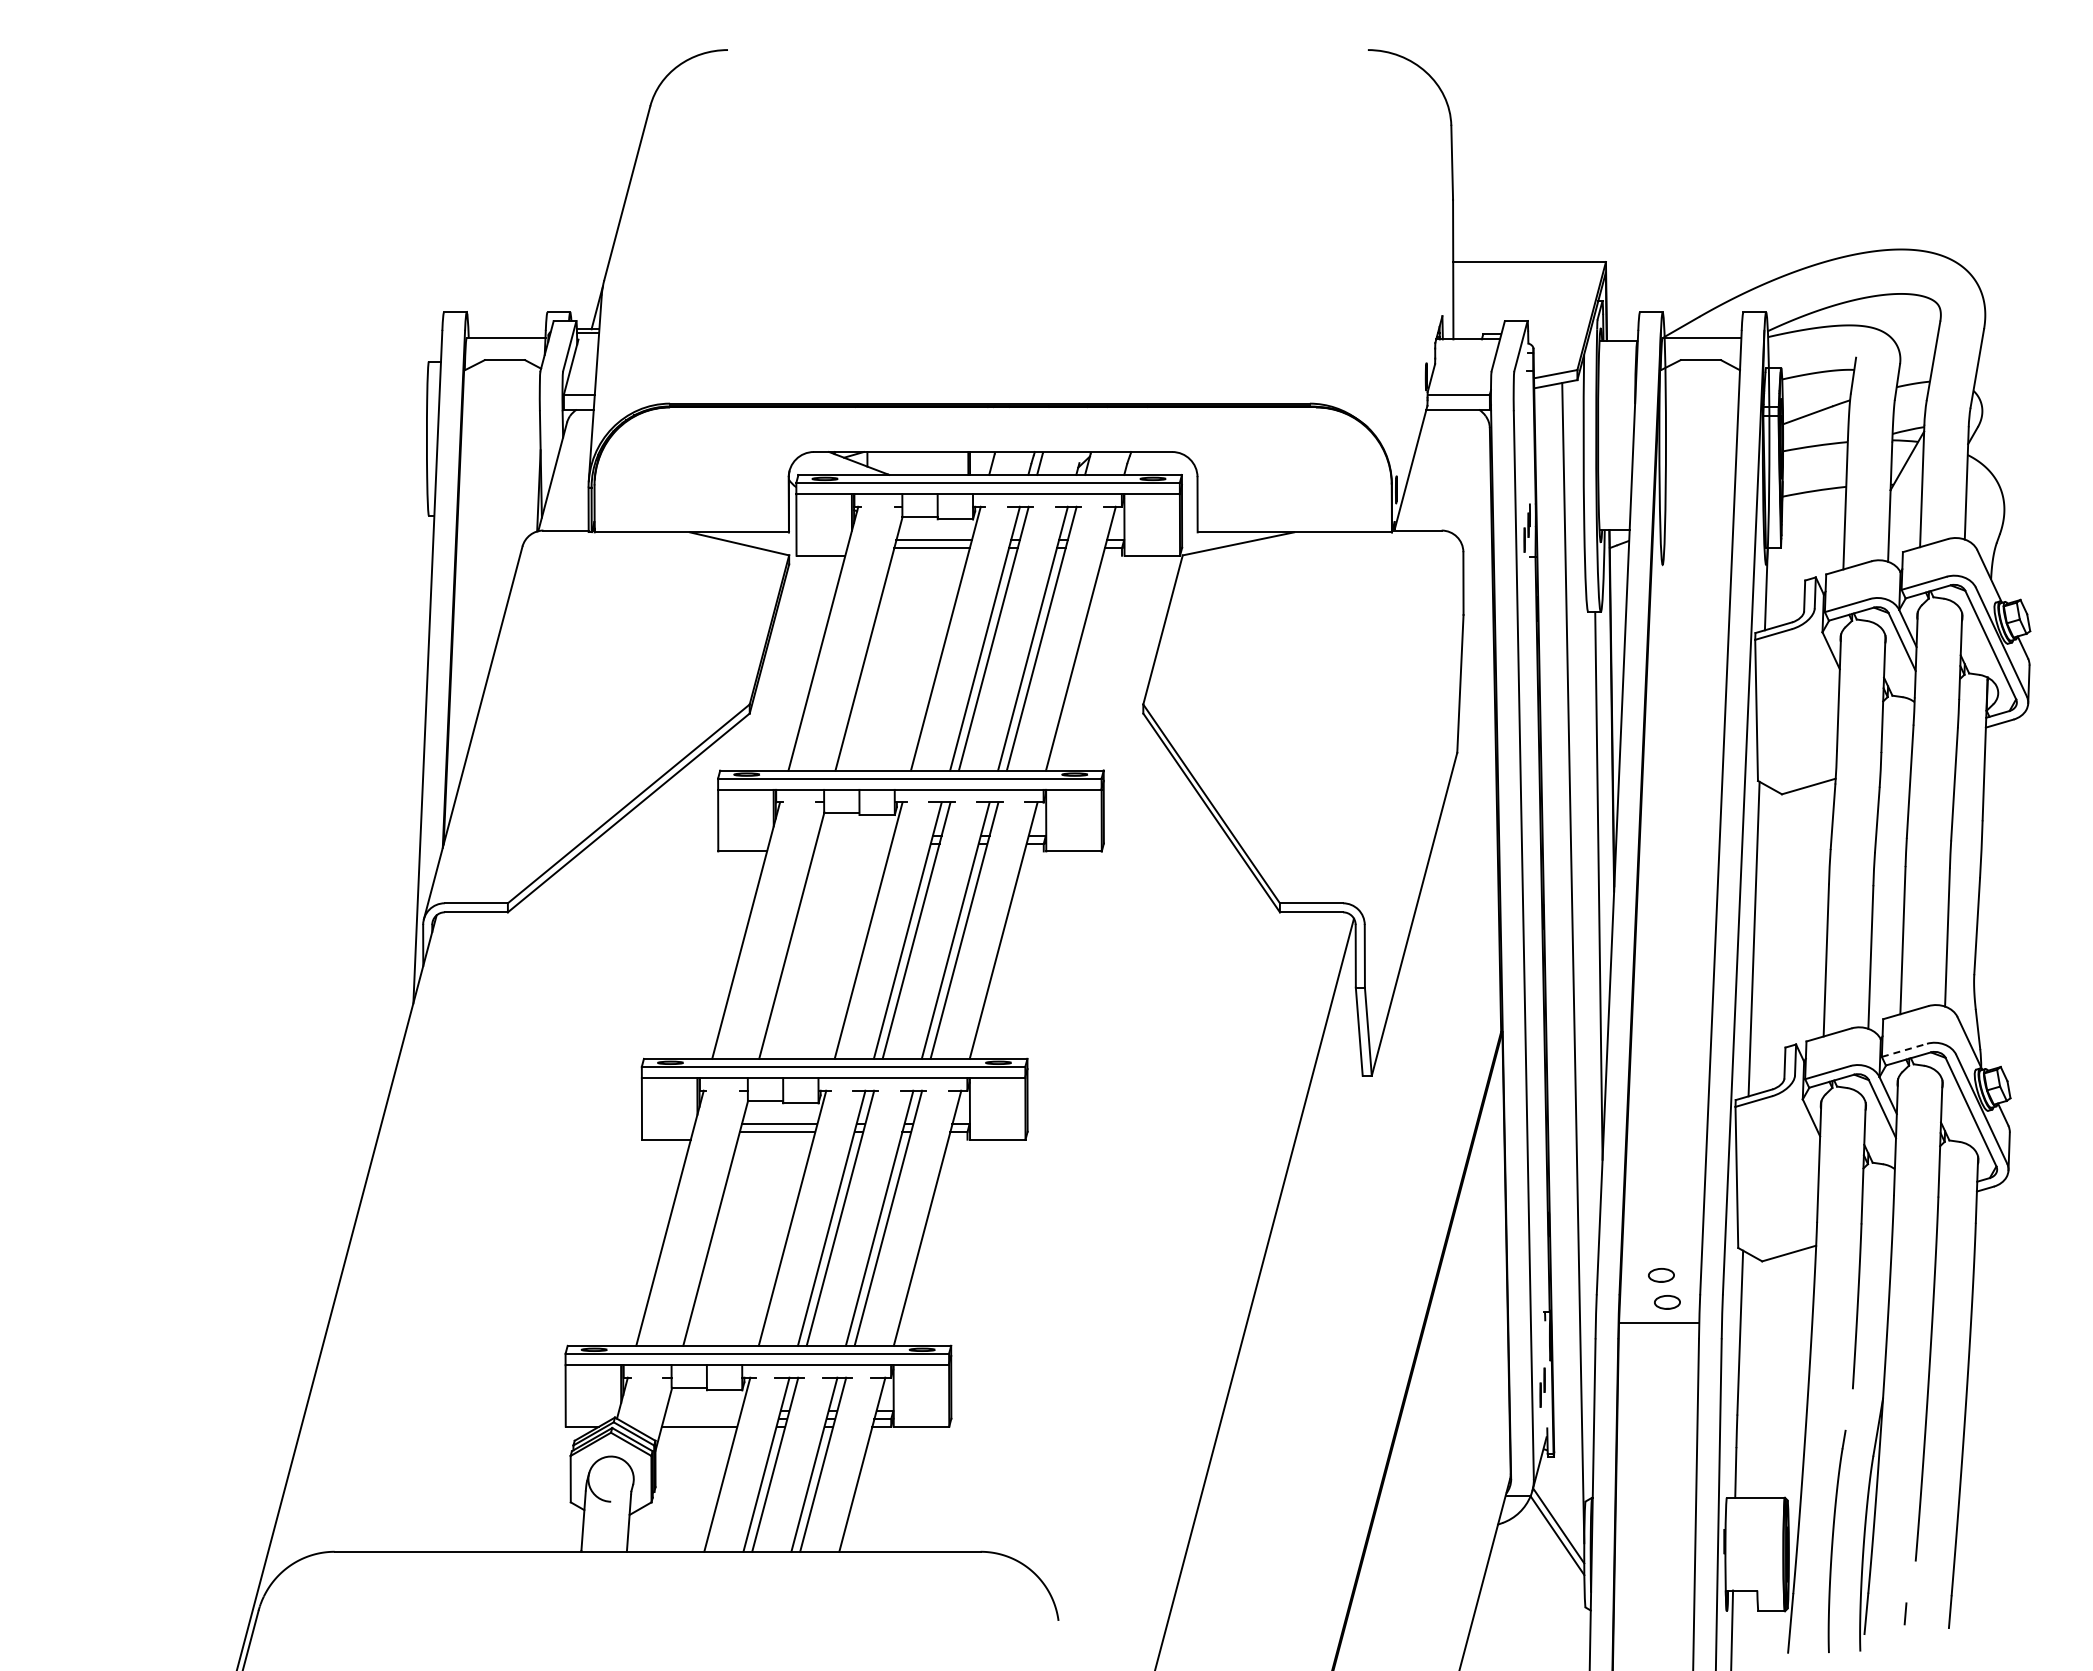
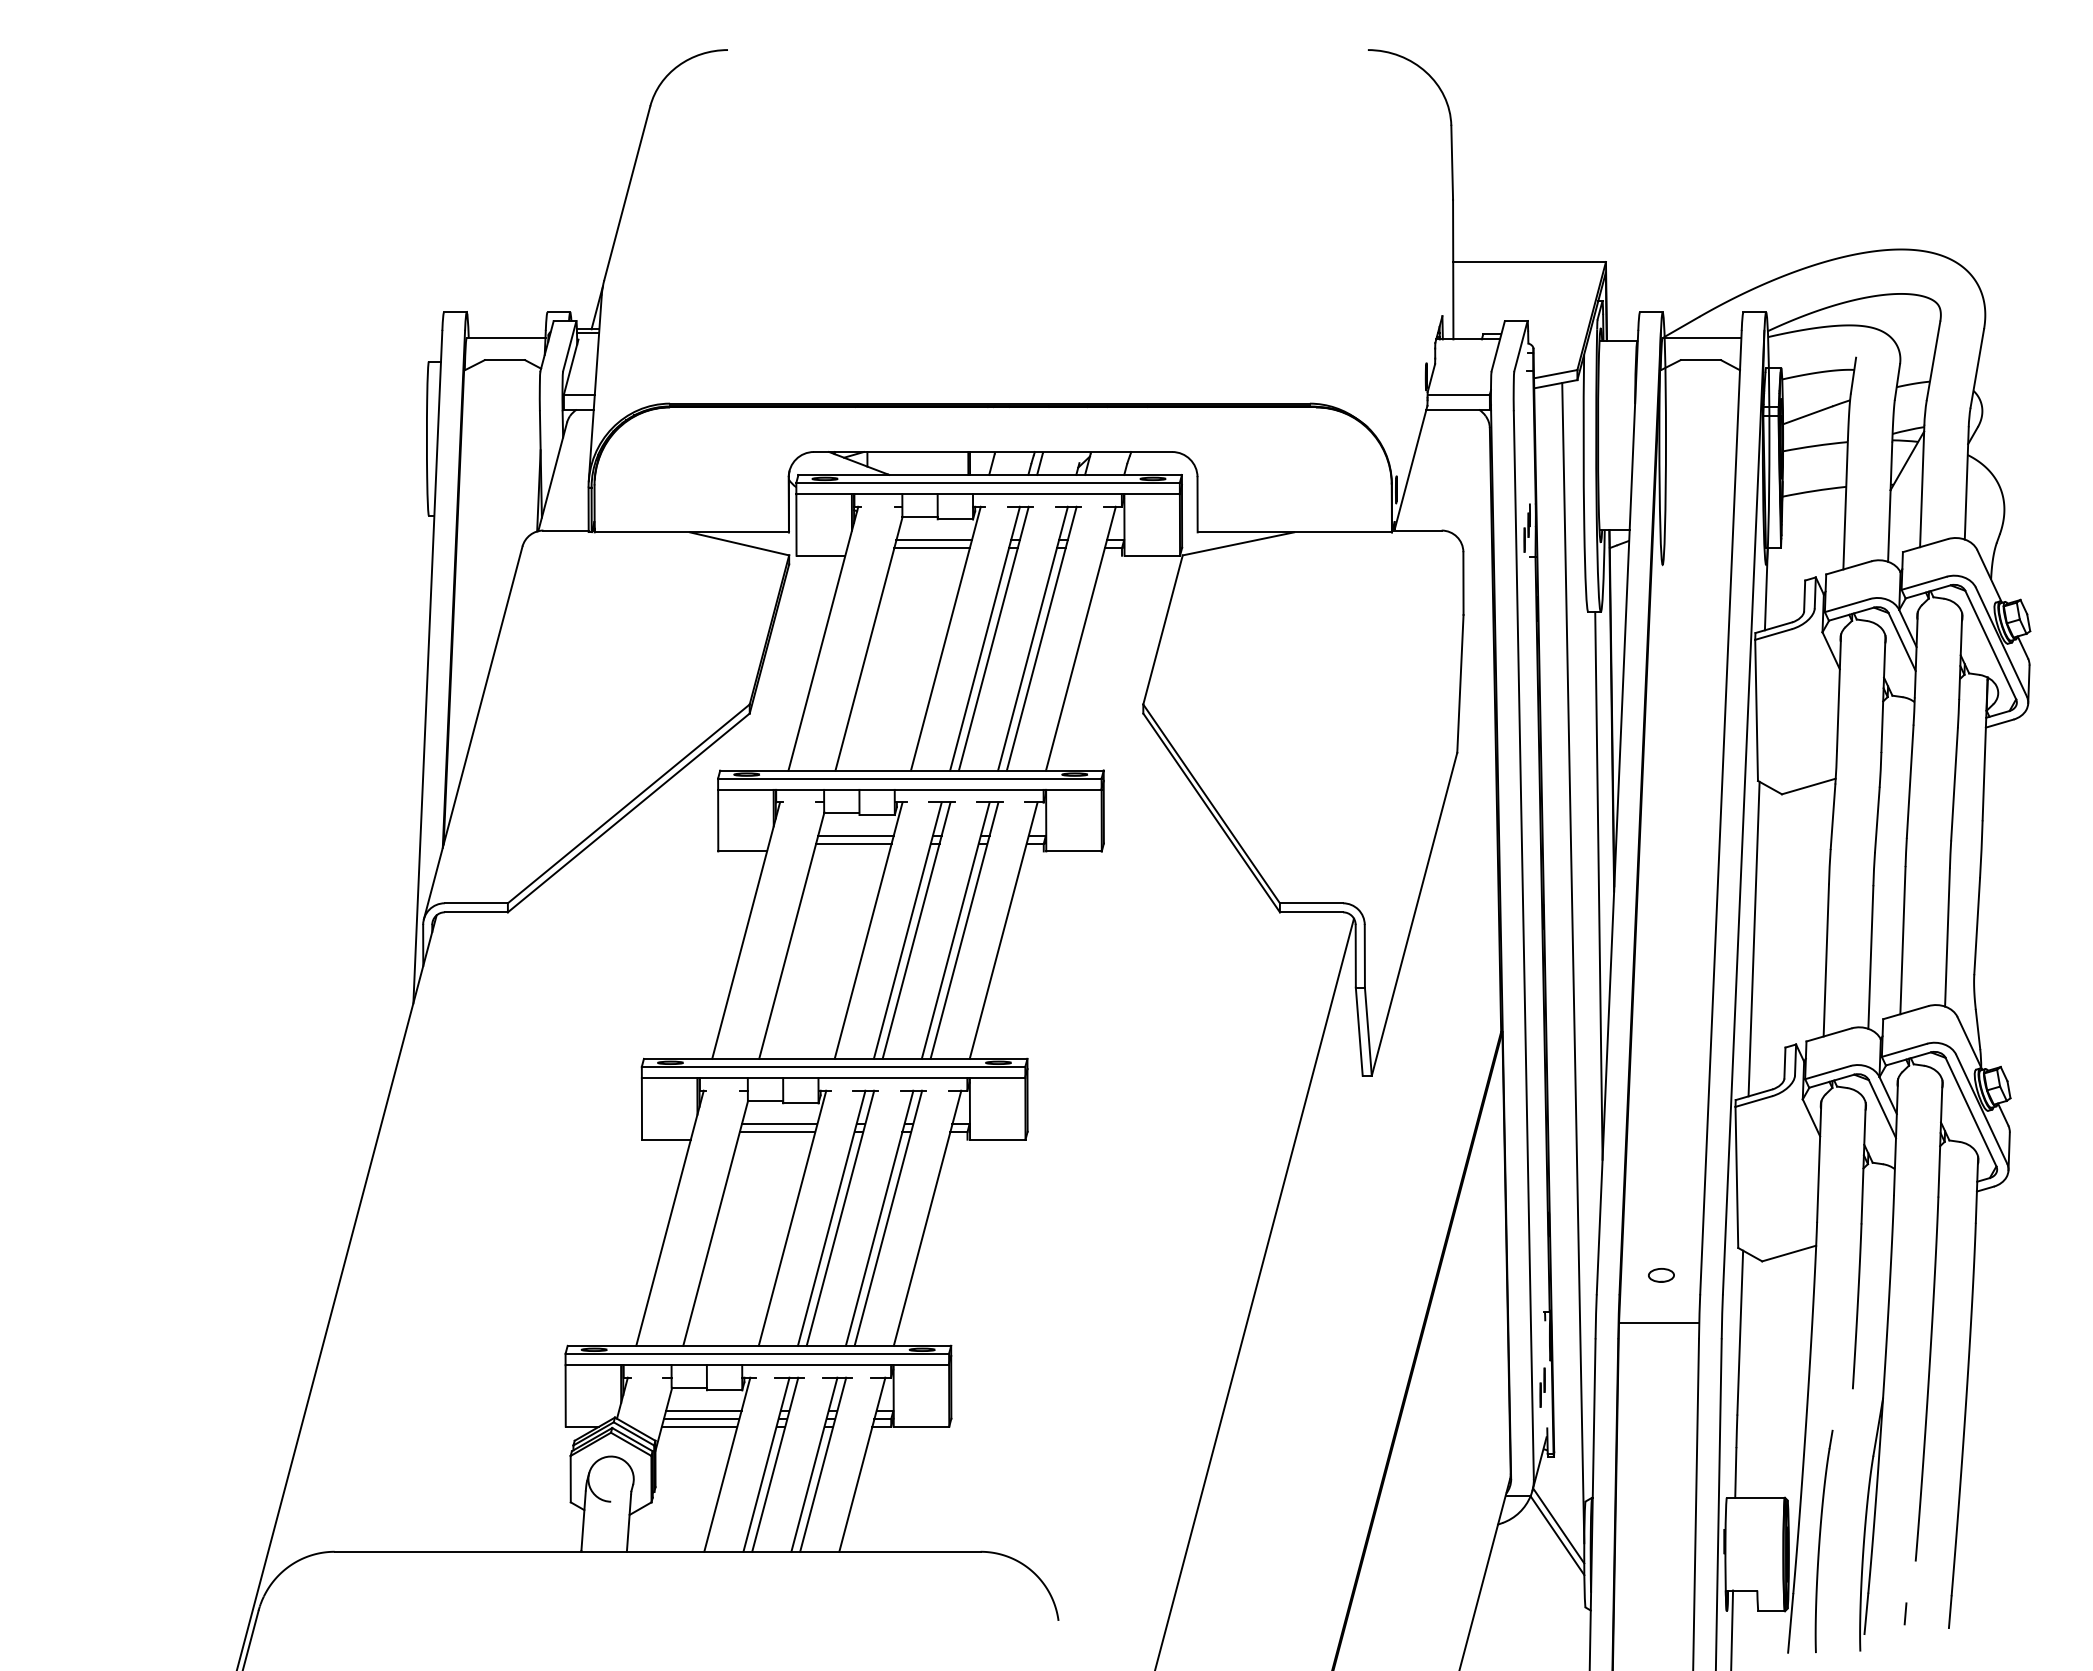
line at (855, 835): none -> present
line at (853, 843): none -> present
line at (1904, 1050): dashed -> solid
part at (1667, 1302): present -> none
line at (703, 1411): none -> present
line at (701, 1419): none -> present
part at (1836, 1540) position: (1836, 1540) -> (1823, 1540)
